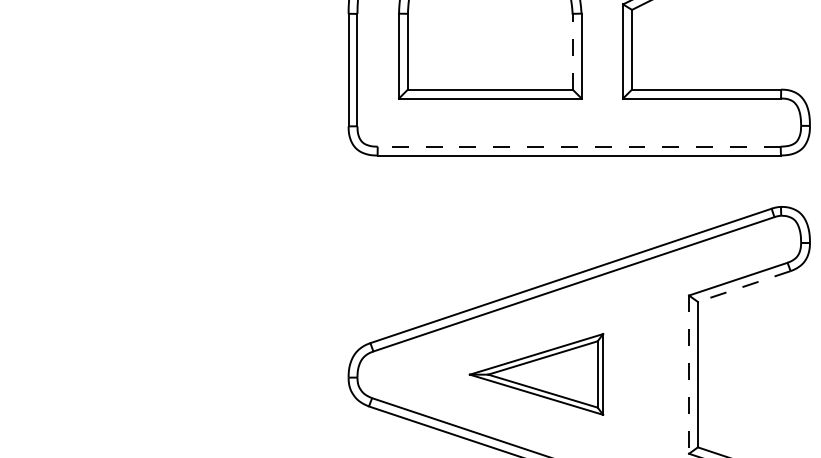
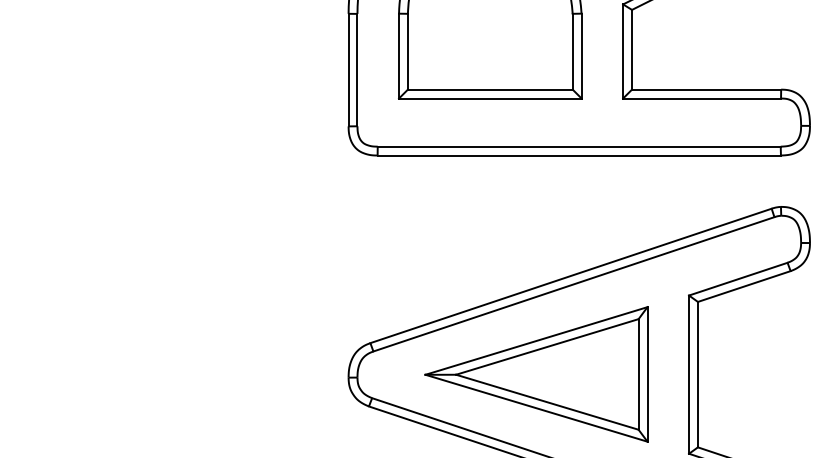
line at (572, 51): dashed -> solid
line at (579, 146): dashed -> solid
line at (744, 286): dashed -> solid
part at (536, 374) size: 137x83 px -> 225x137 px
line at (689, 375): dashed -> solid
